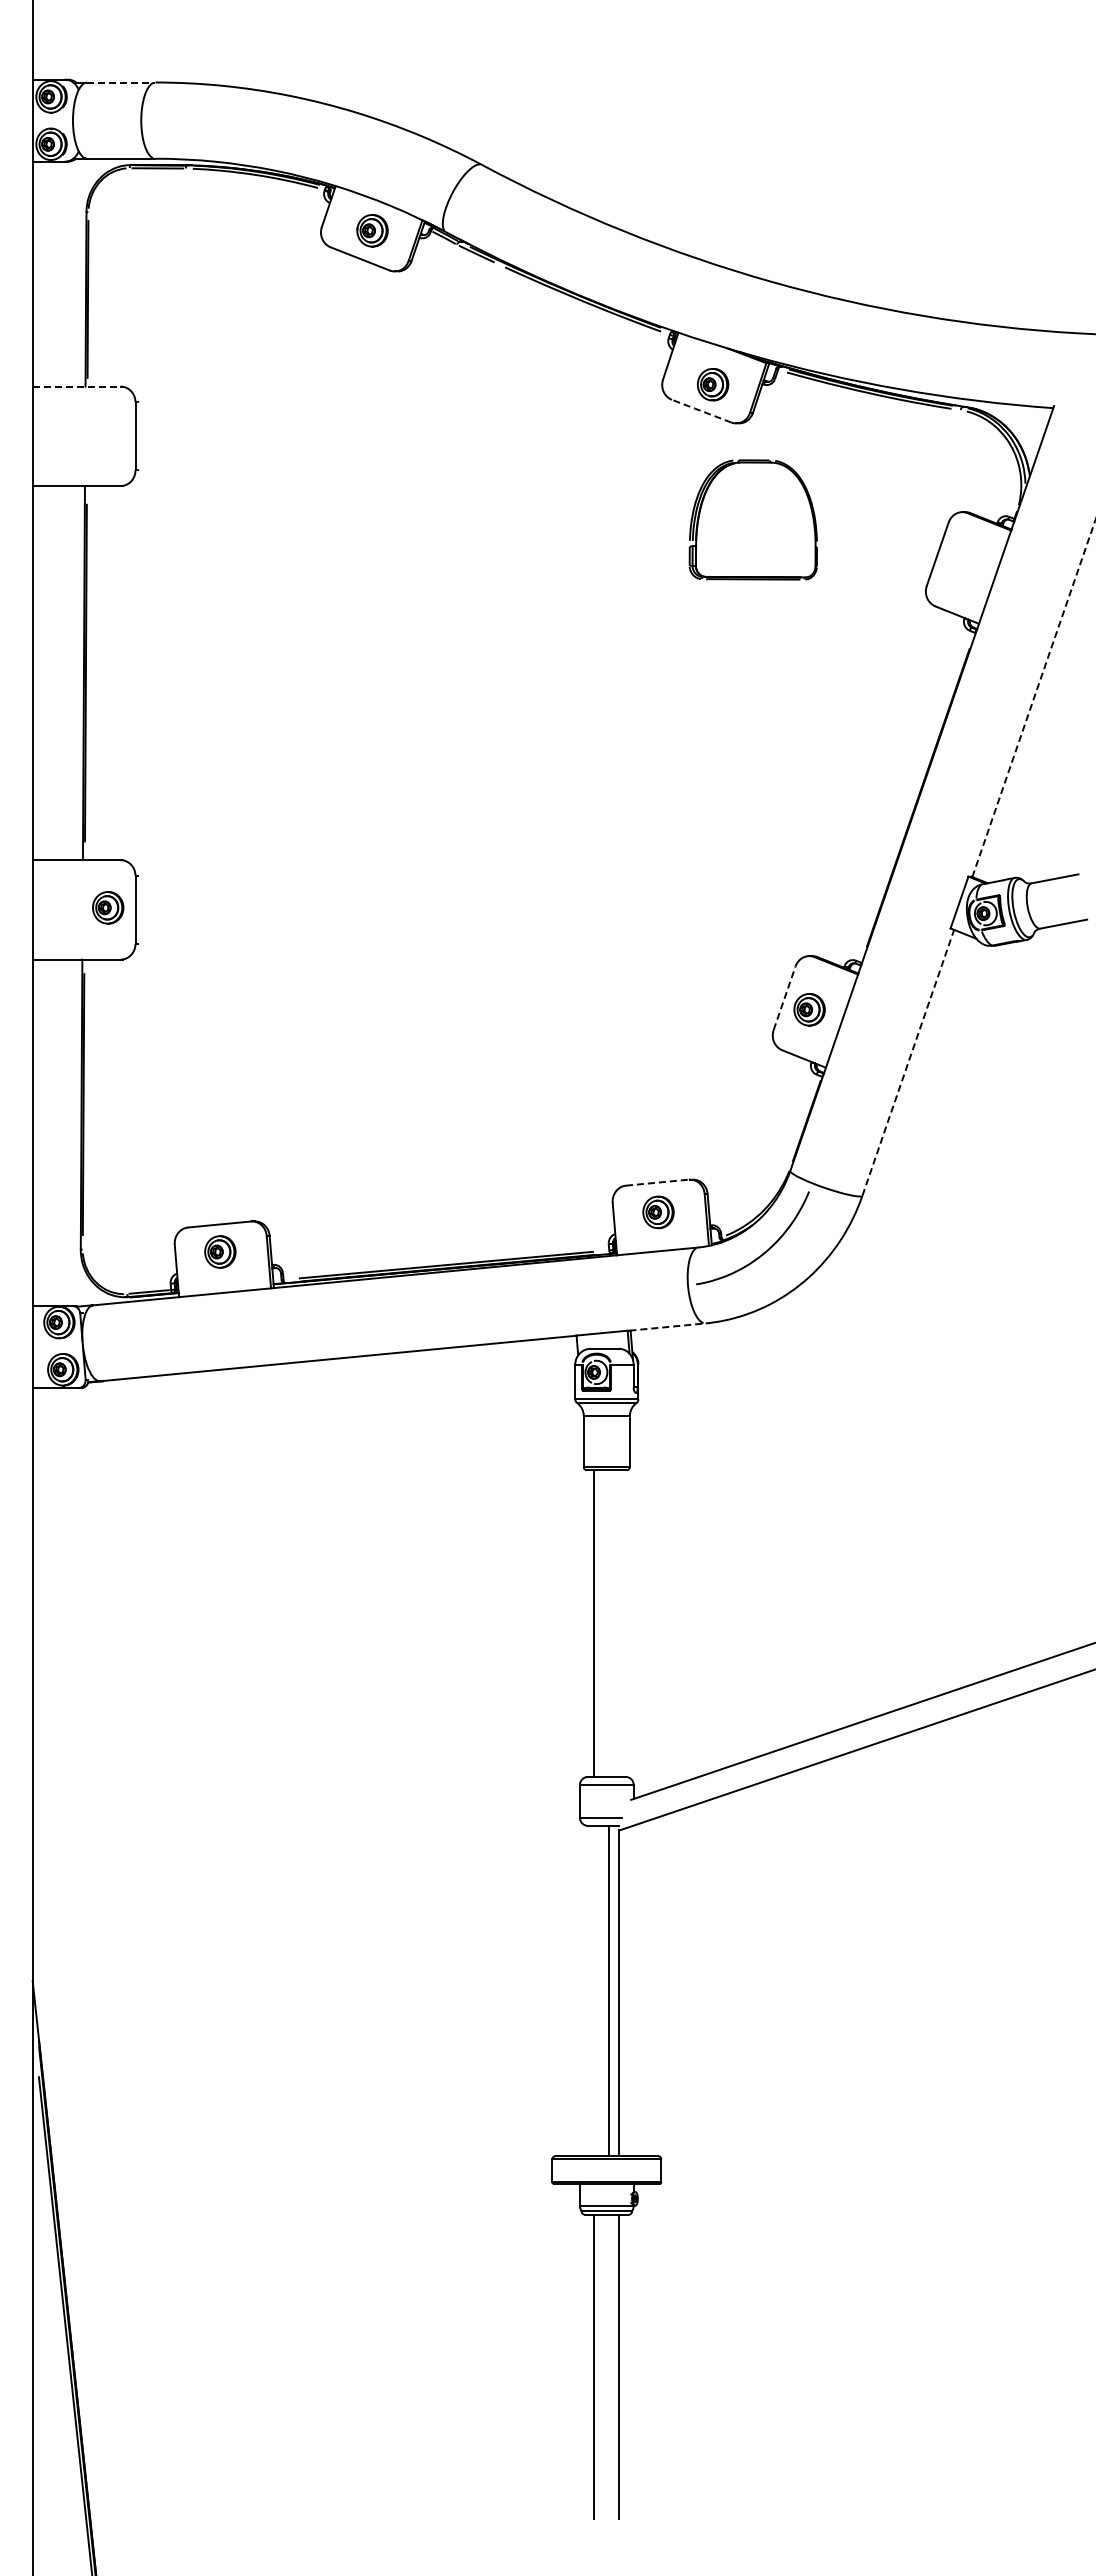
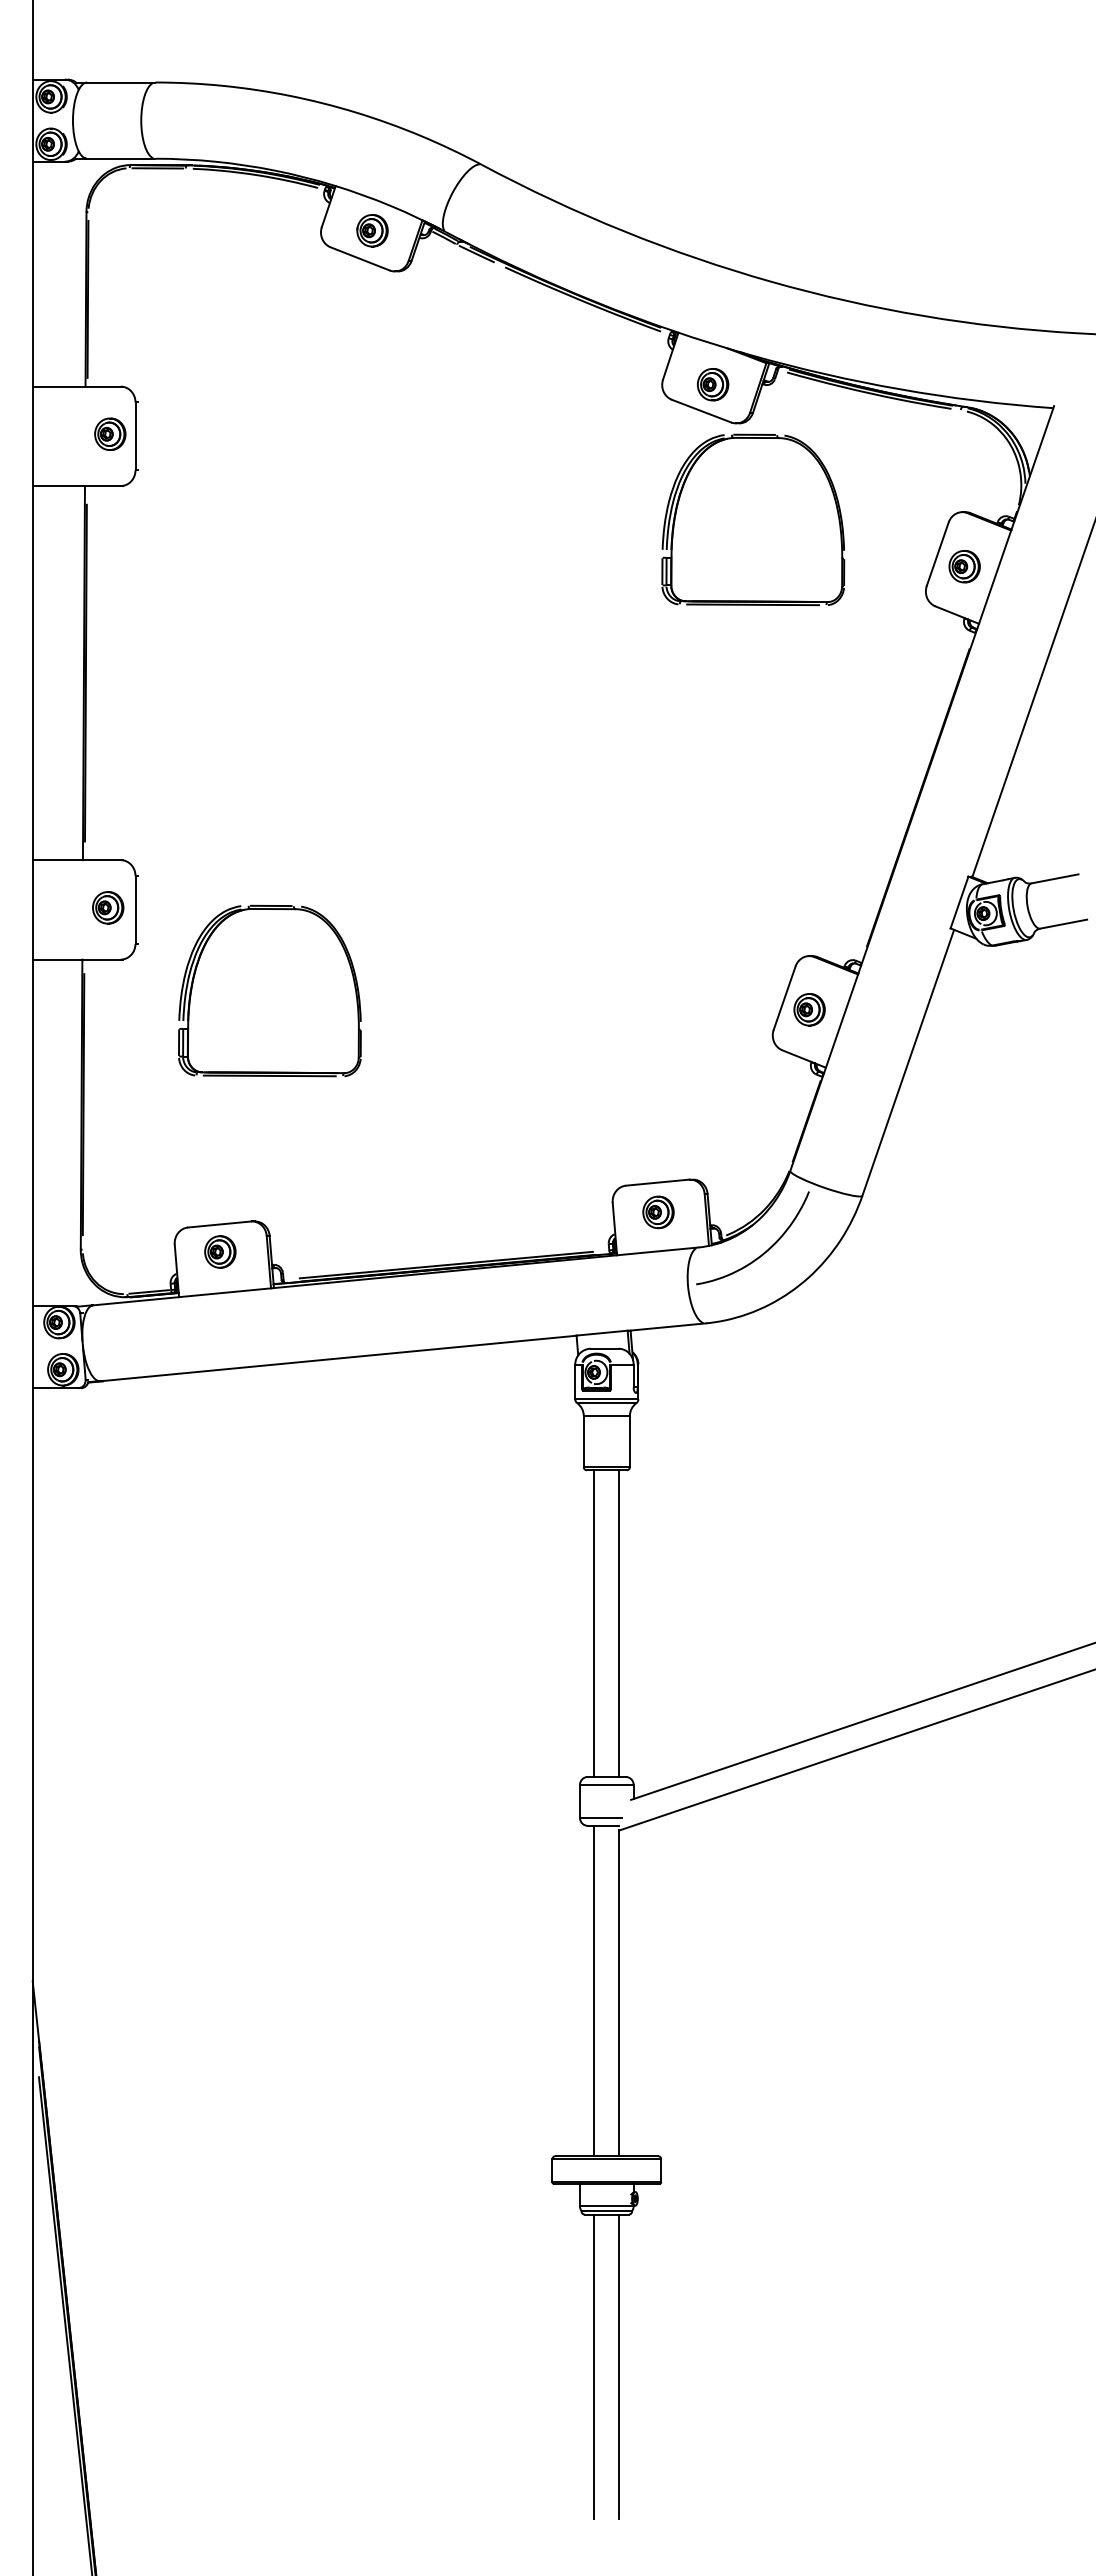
line at (121, 82): dashed -> solid
line at (77, 386): dashed -> solid
line at (701, 411): dashed -> solid
part at (110, 433): none -> present
part at (752, 519) size: 130x122 px -> 185x174 px
part at (964, 566): none -> present
line at (1034, 697): dashed -> solid
part at (269, 990): none -> present
line at (784, 998): dashed -> solid
line at (908, 1062): dashed -> solid
line at (657, 1182): dashed -> solid
line at (668, 1327): dashed -> solid
line at (619, 1623): none -> present
line at (609, 1990) position: (609, 1990) -> (594, 1990)
